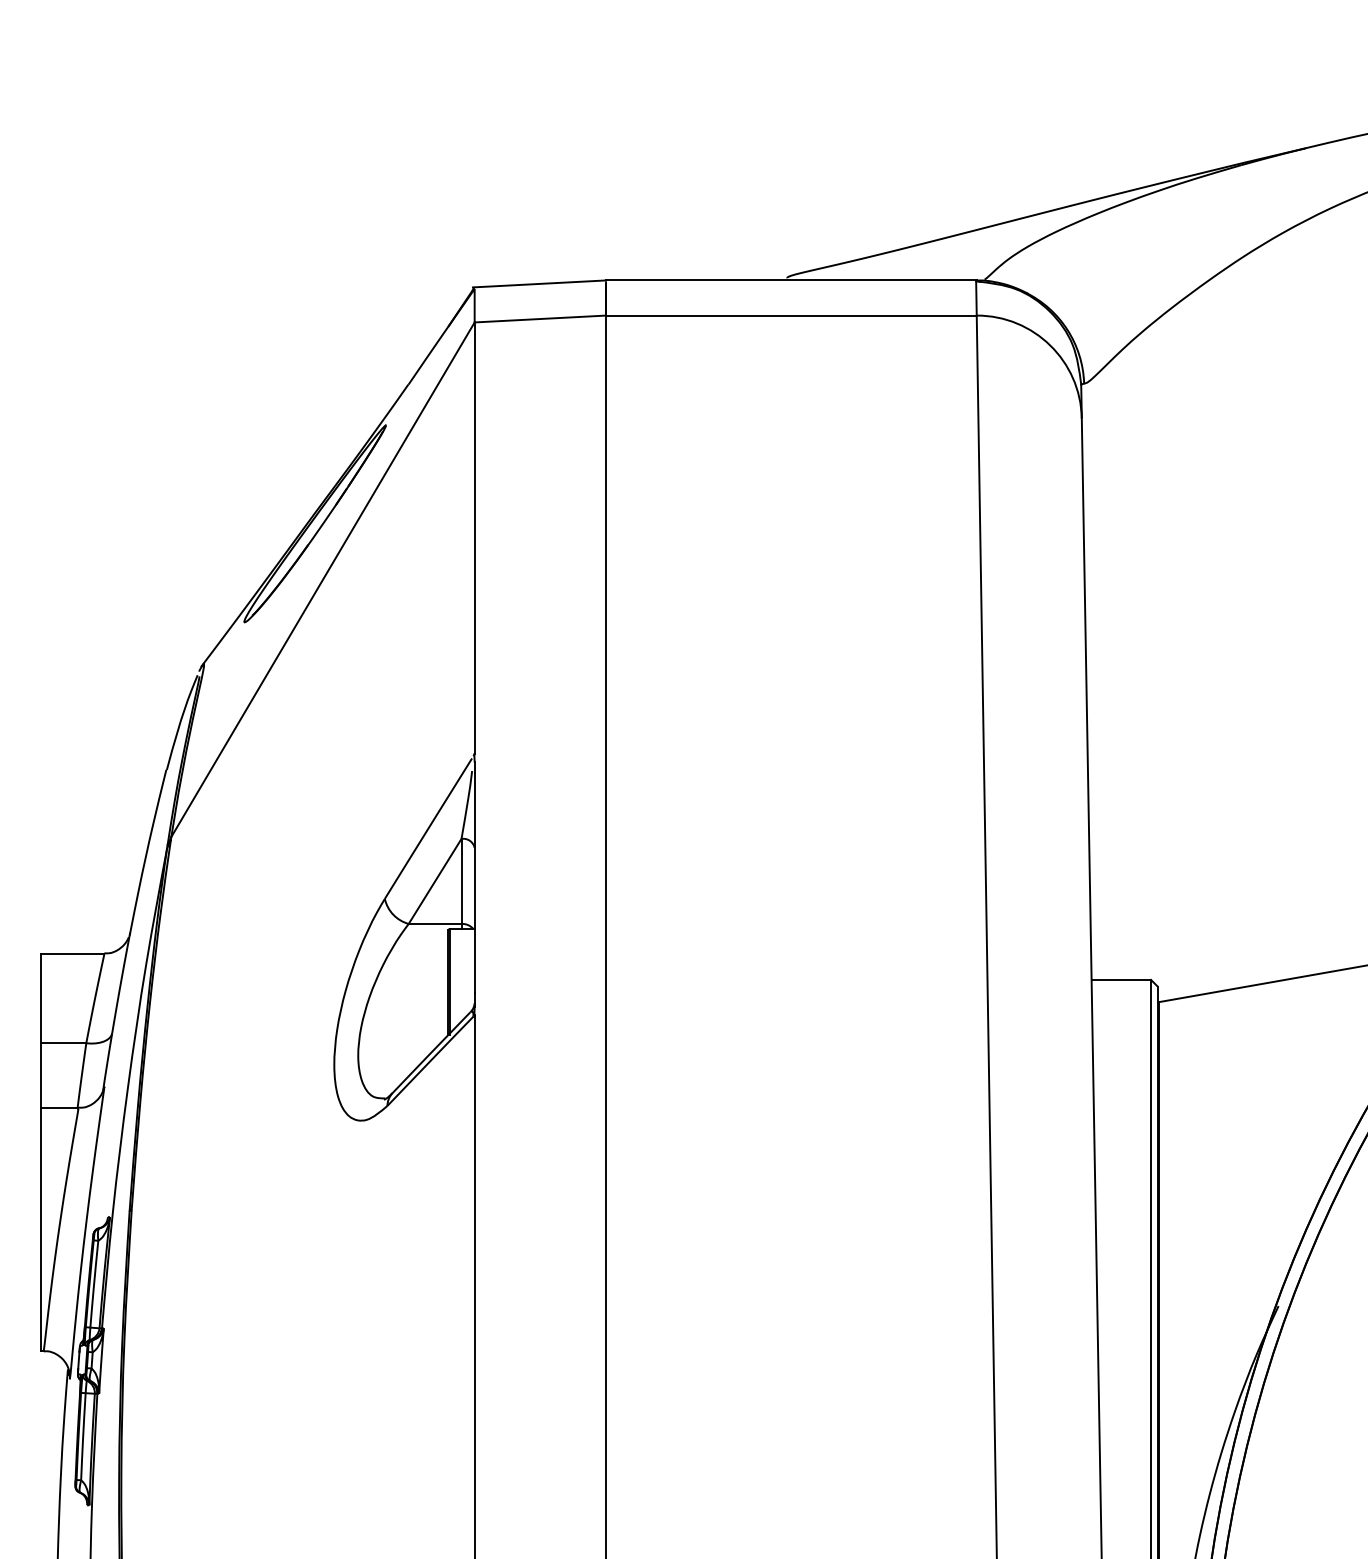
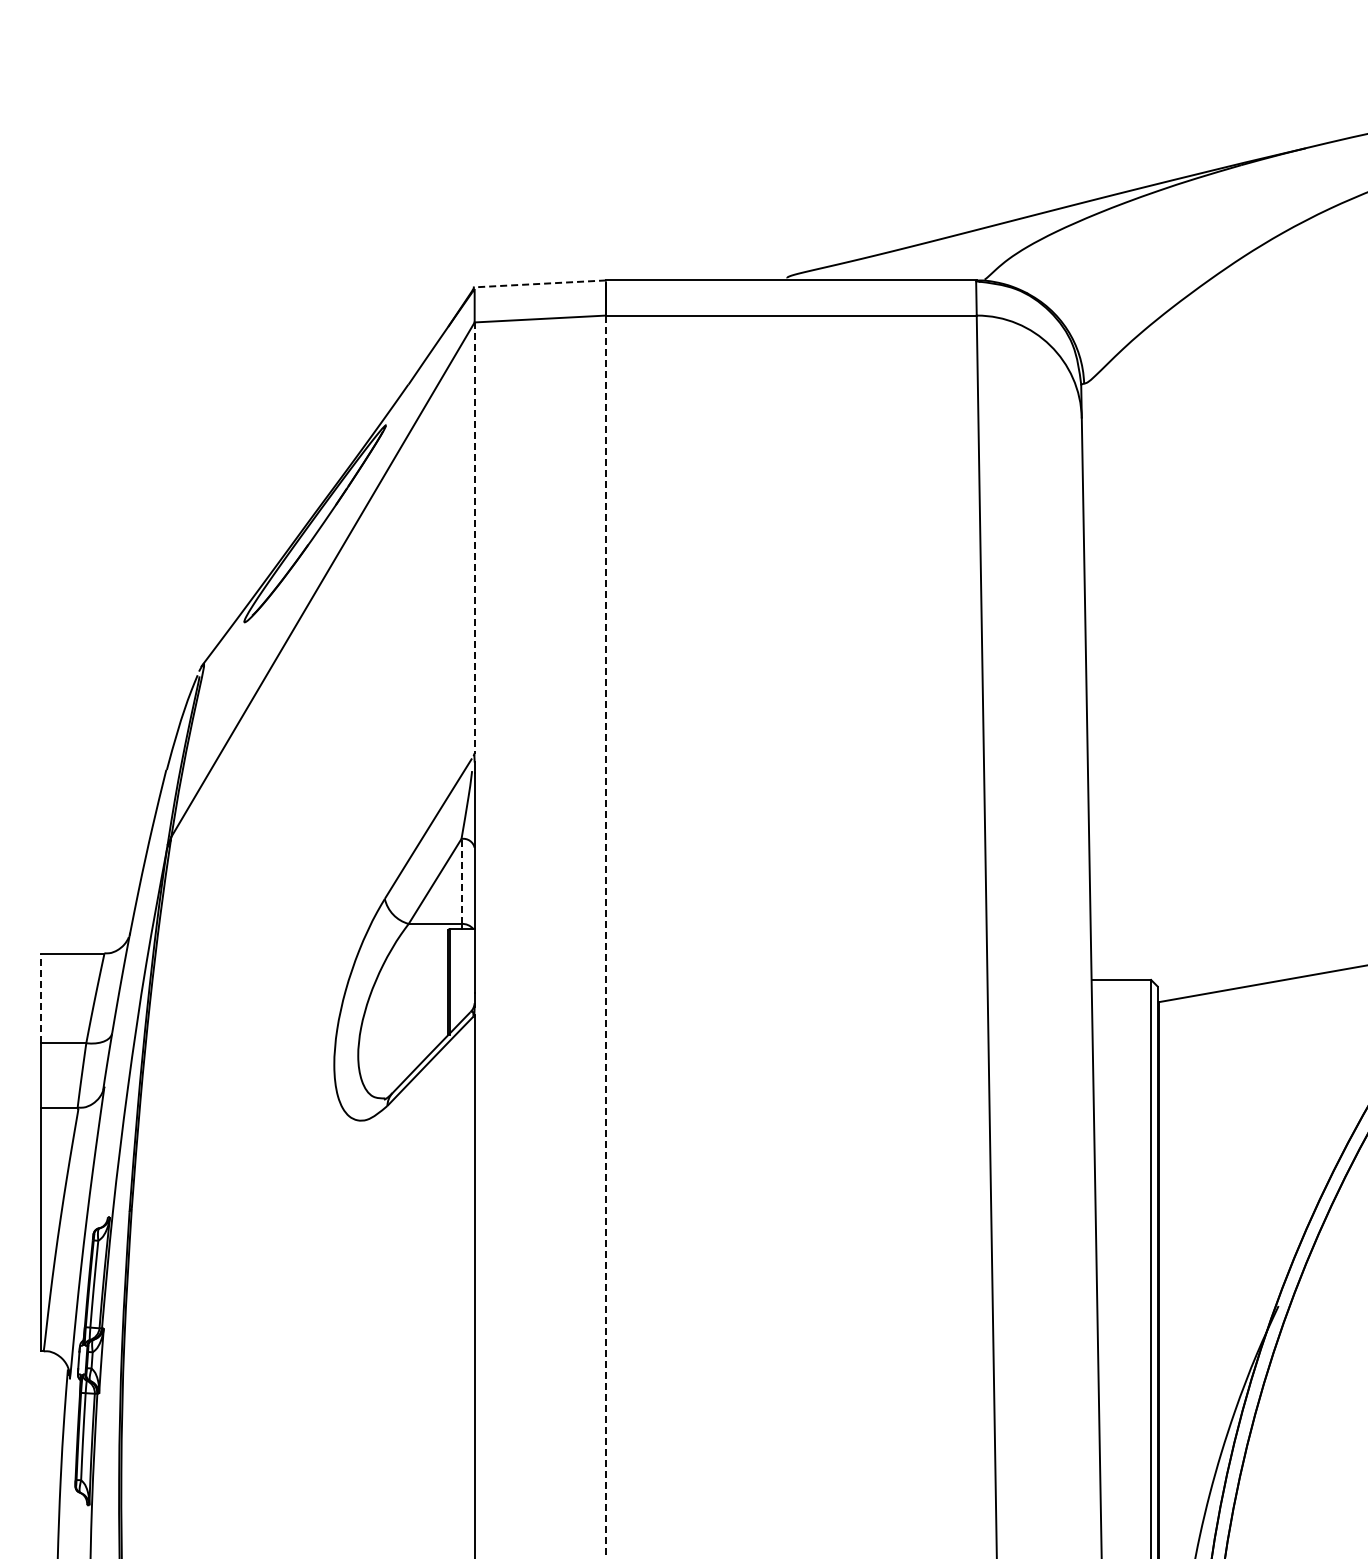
line at (539, 283): solid -> dashed
line at (474, 538): solid -> dashed
line at (461, 881): solid -> dashed
line at (606, 937): solid -> dashed
line at (41, 998): solid -> dashed
